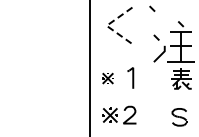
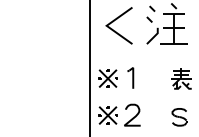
line at (106, 25): dashed -> solid
part at (173, 41) position: (173, 41) -> (166, 23)
part at (107, 78) size: 12x13 px -> 20x19 px
part at (119, 114) size: 35x20 px -> 43x24 px
